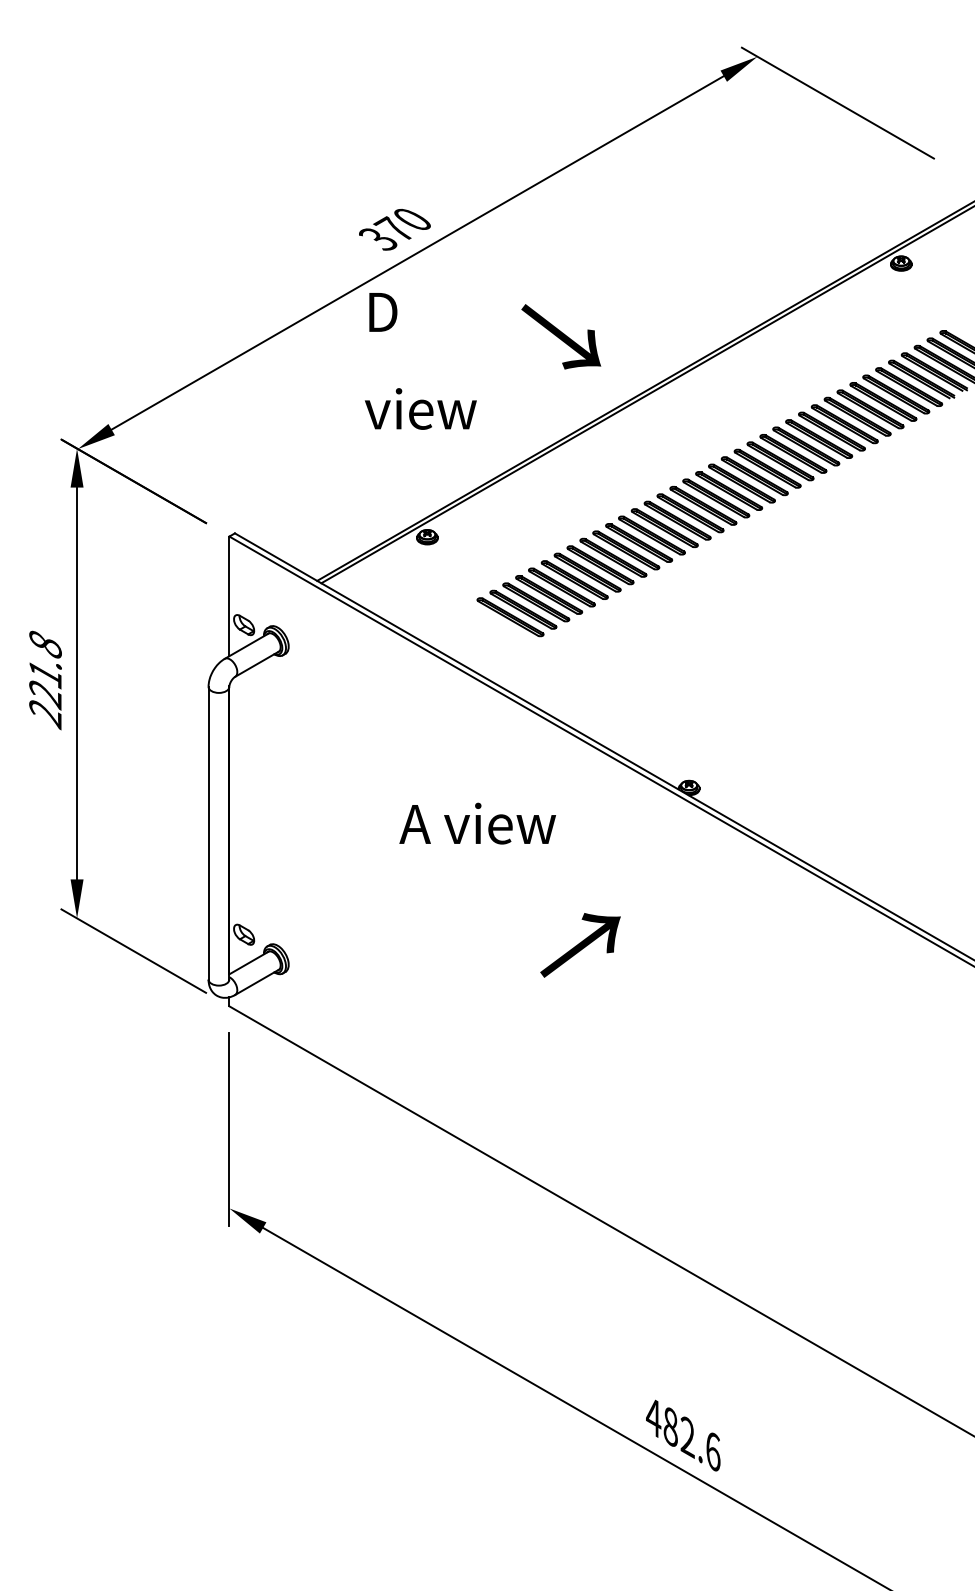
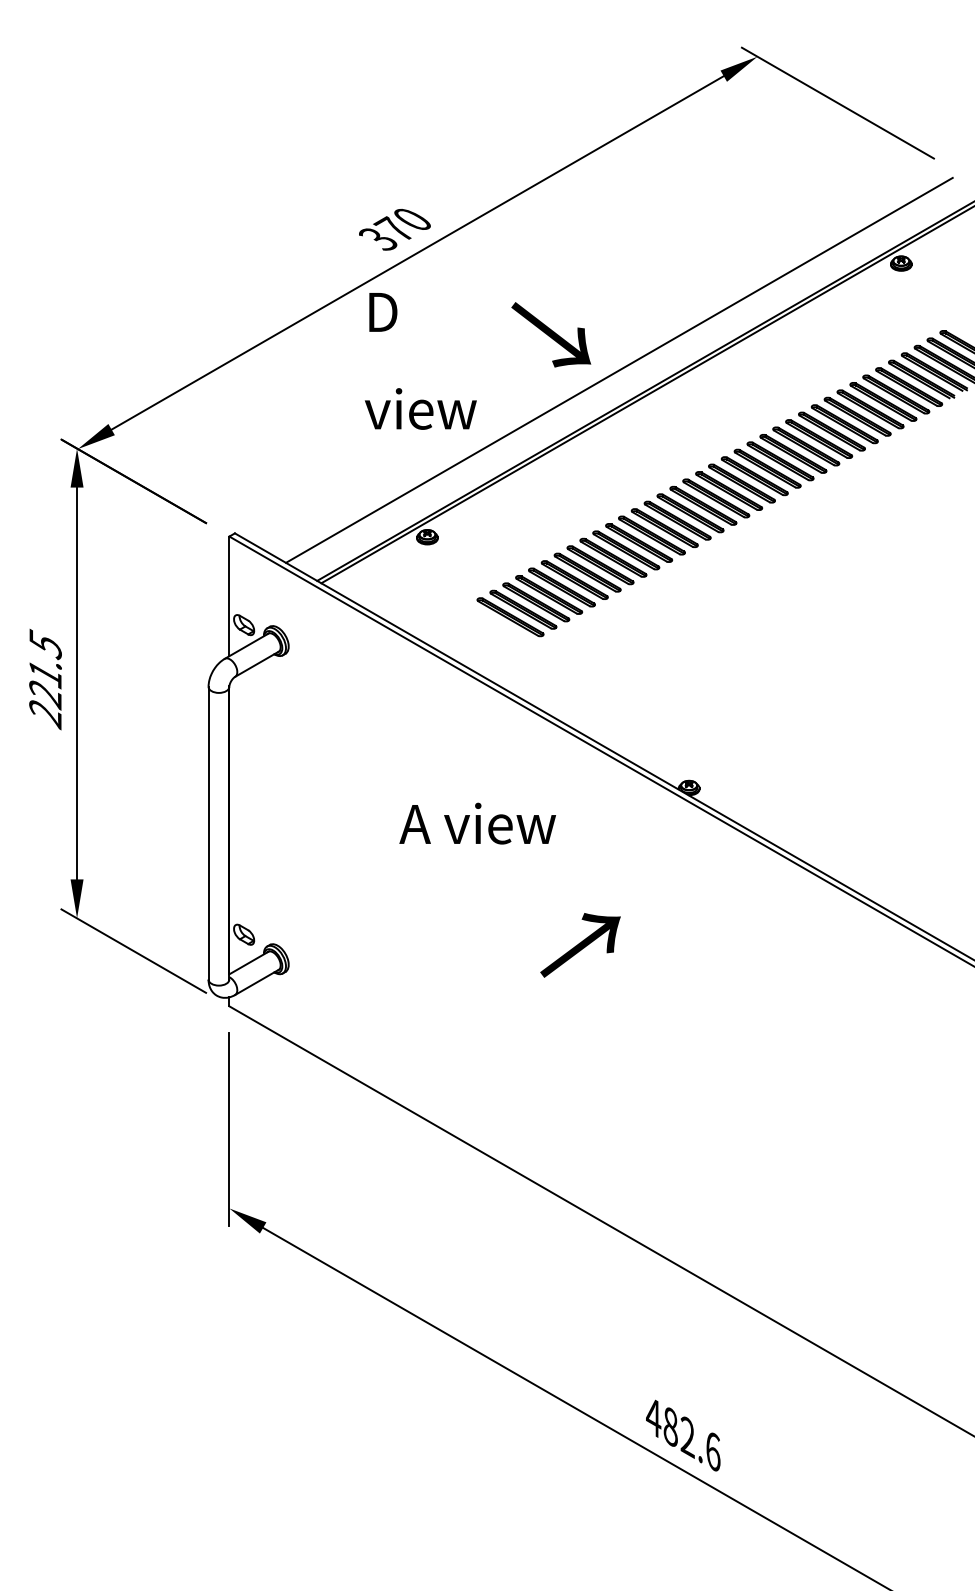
text at (561, 336) position: (561, 336) -> (551, 334)
line at (619, 369): none -> present
text at (45, 644): 221.8 -> 221.5
